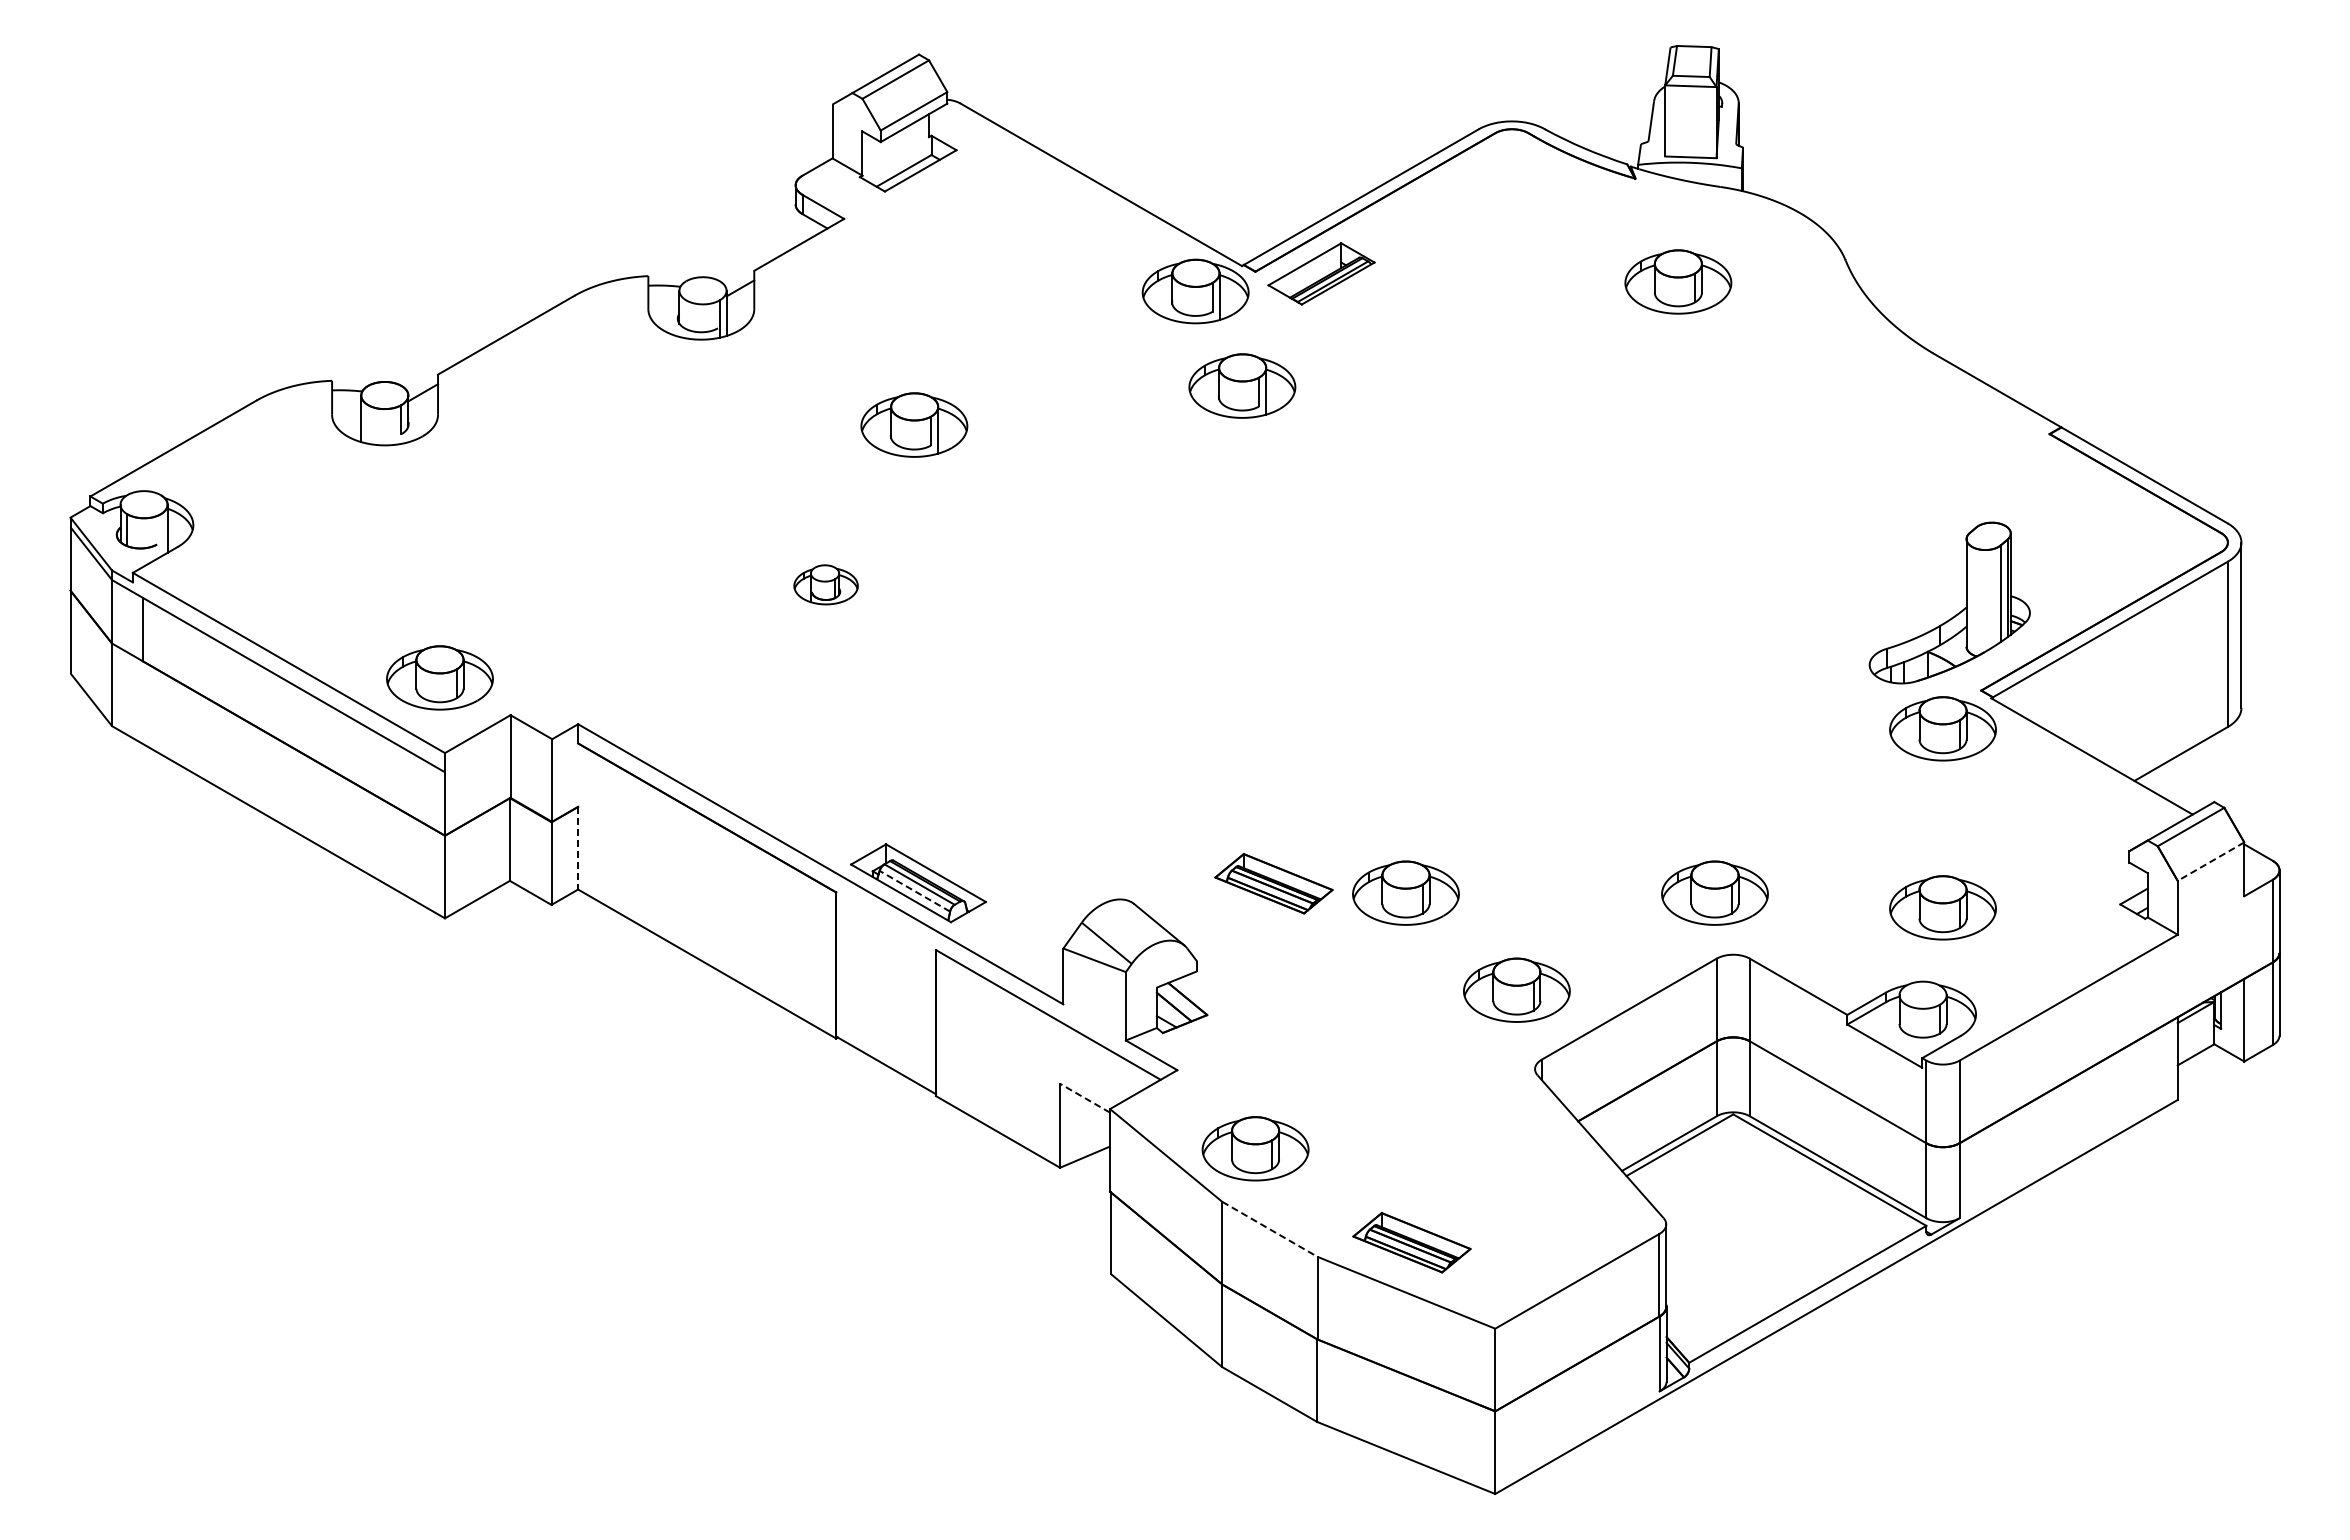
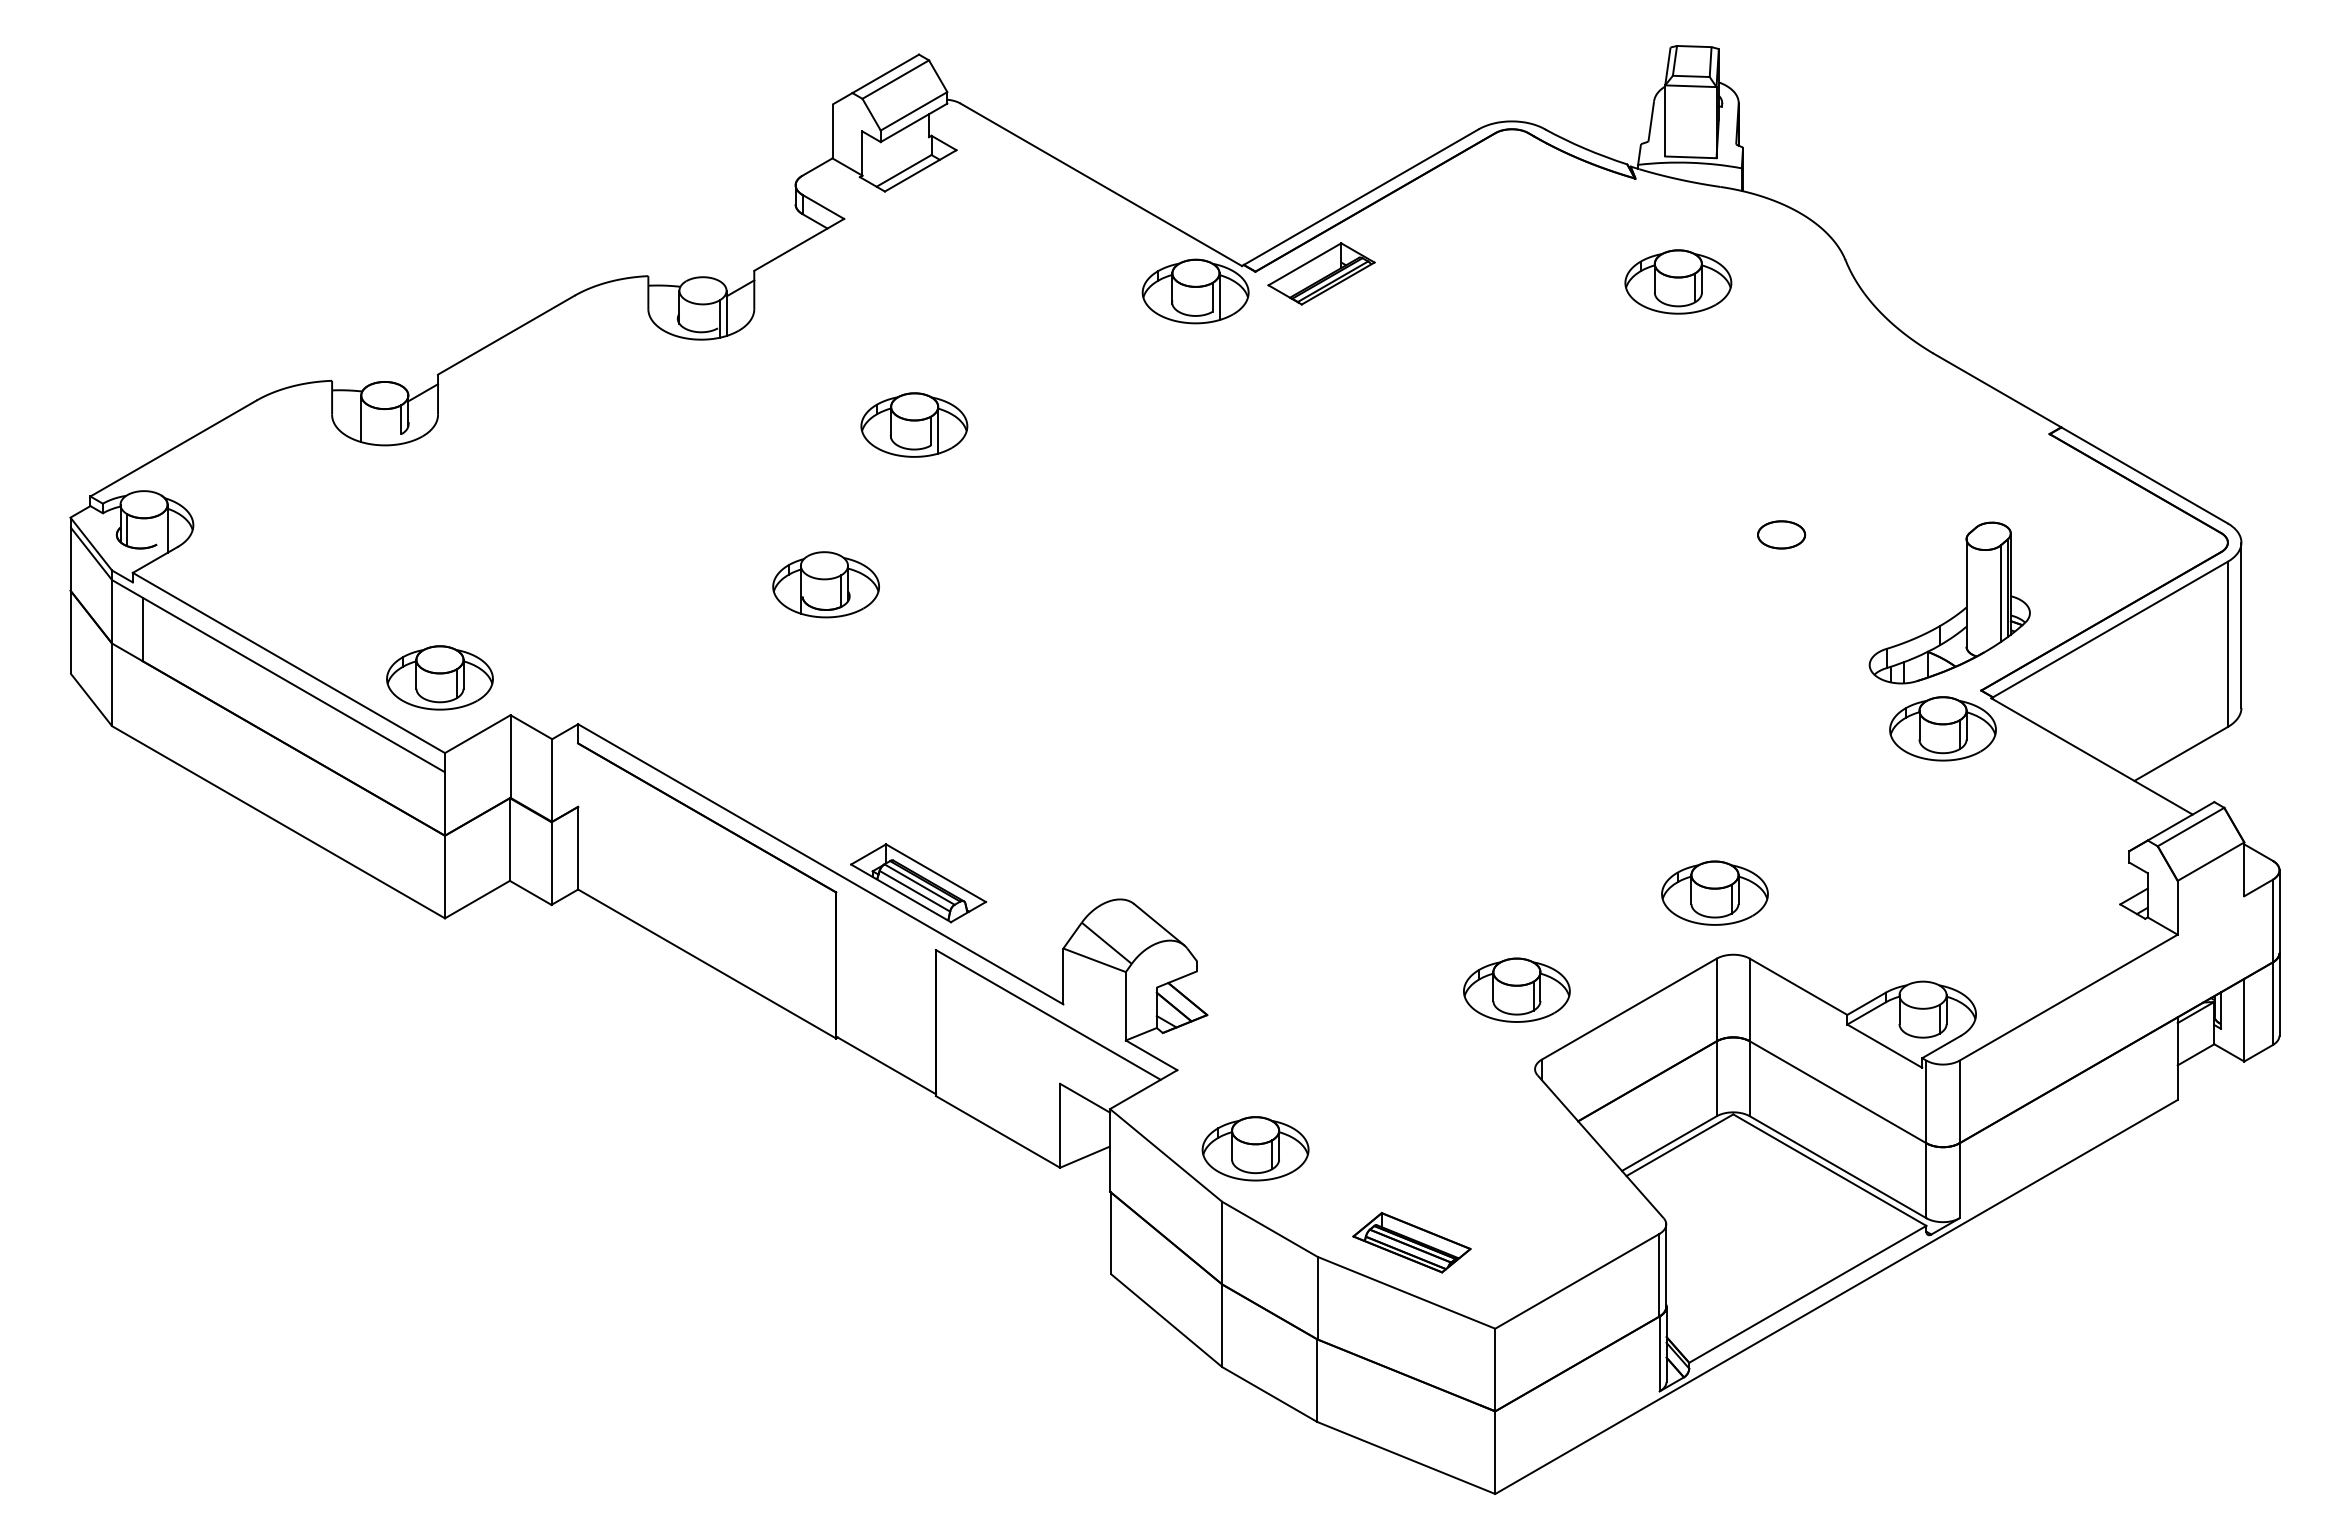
part at (1242, 385): present -> none
part at (1781, 534): none -> present
part at (825, 584) size: 66x42 px -> 108x68 px
line at (578, 848): dashed -> solid
line at (2210, 861): dashed -> solid
part at (1273, 883): present -> none
line at (914, 891): dashed -> solid
part at (1405, 892): present -> none
part at (1942, 907): present -> none
line at (1085, 1098): dashed -> solid
line at (1270, 1229): dashed -> solid
